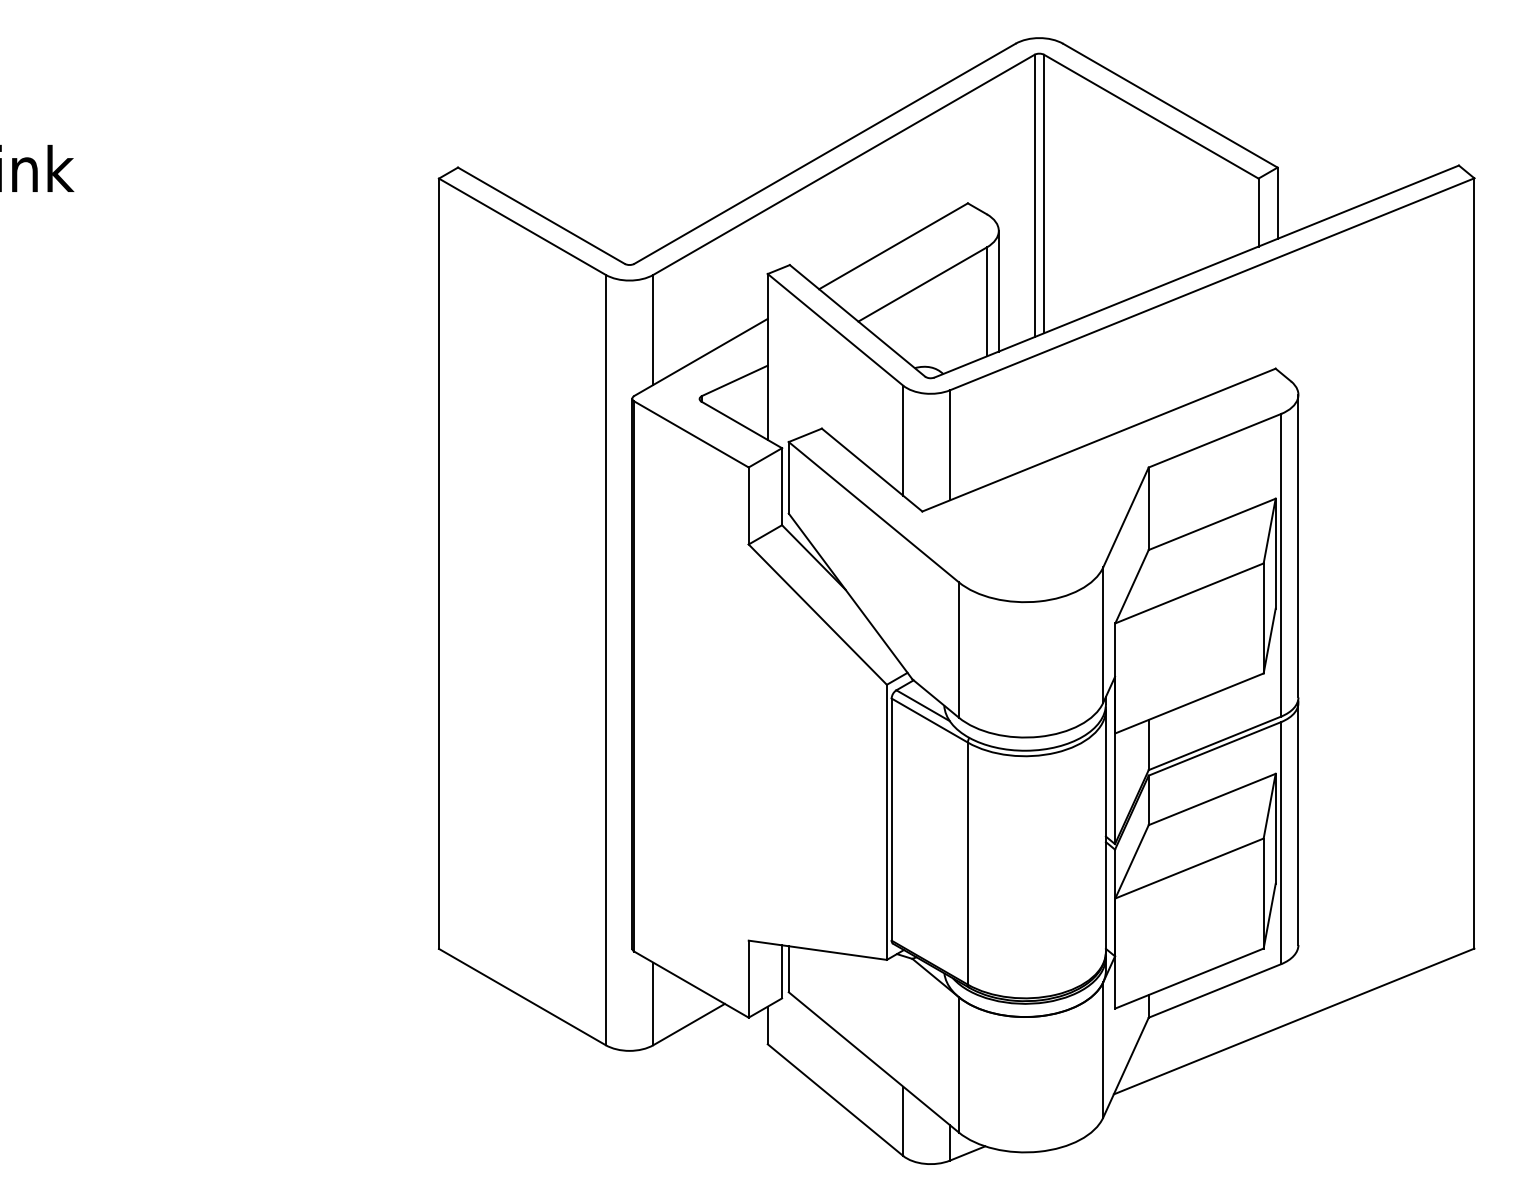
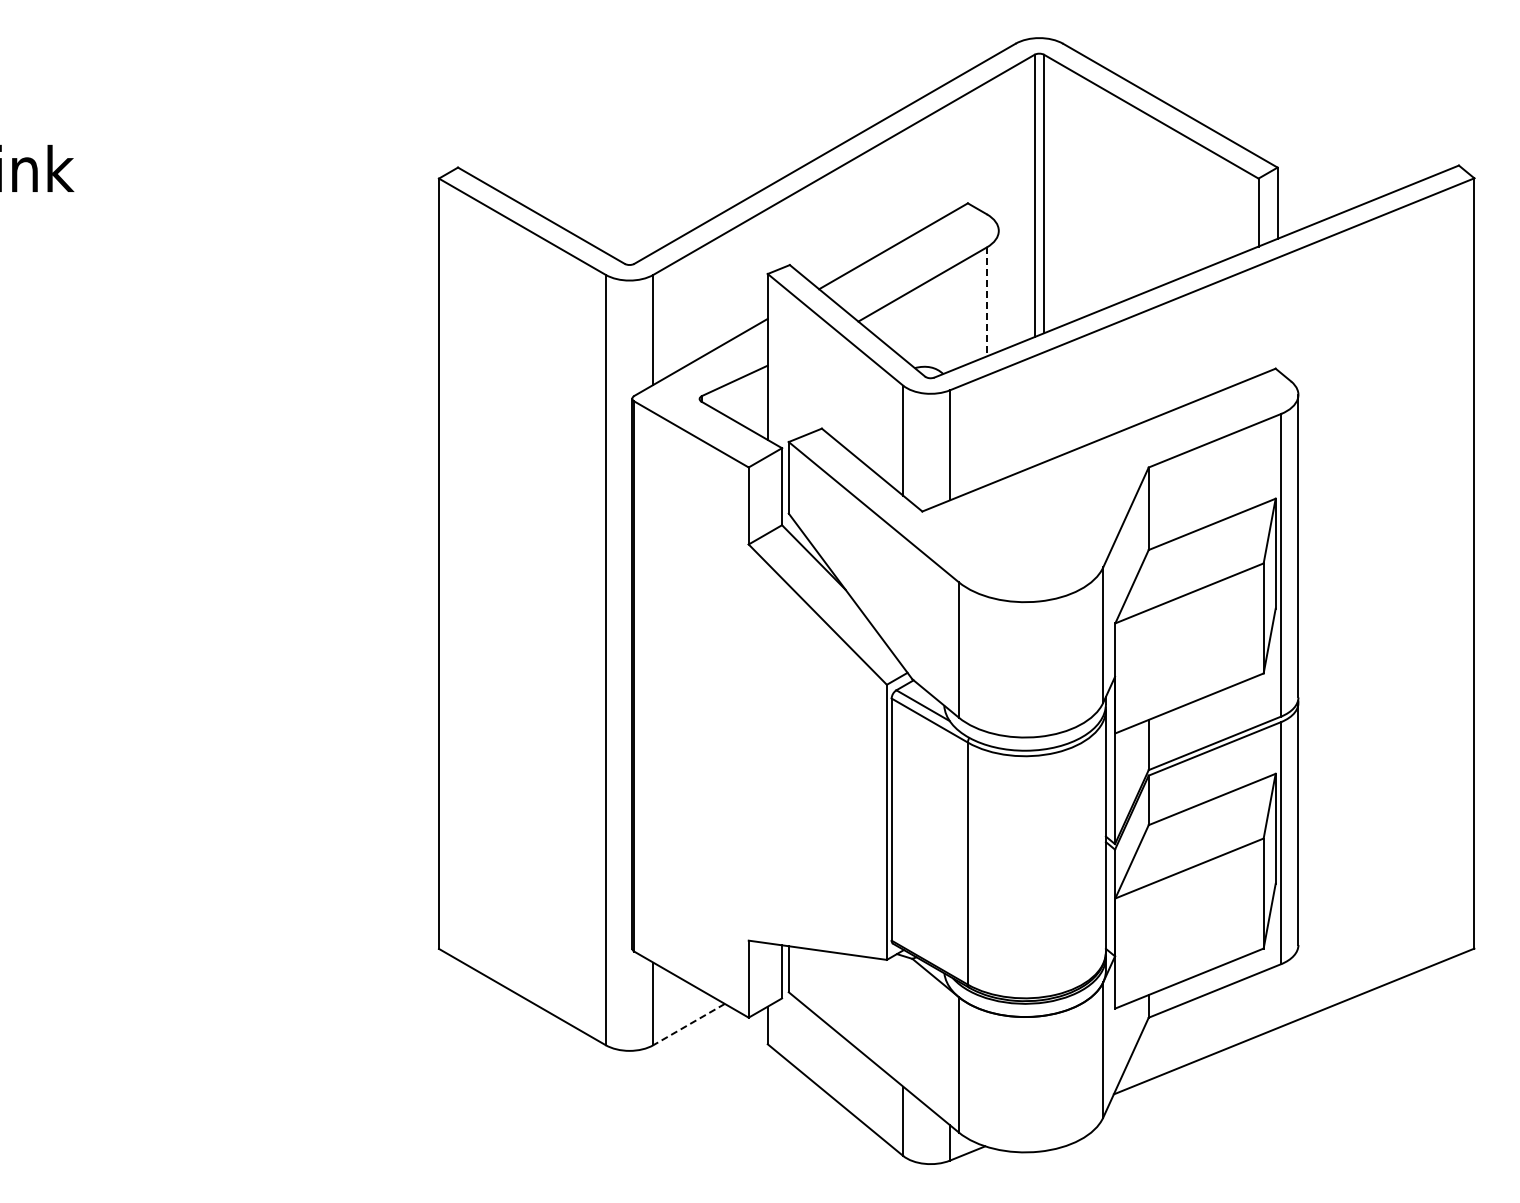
line at (998, 290): present -> none
line at (986, 302): solid -> dashed
line at (688, 1024): solid -> dashed
